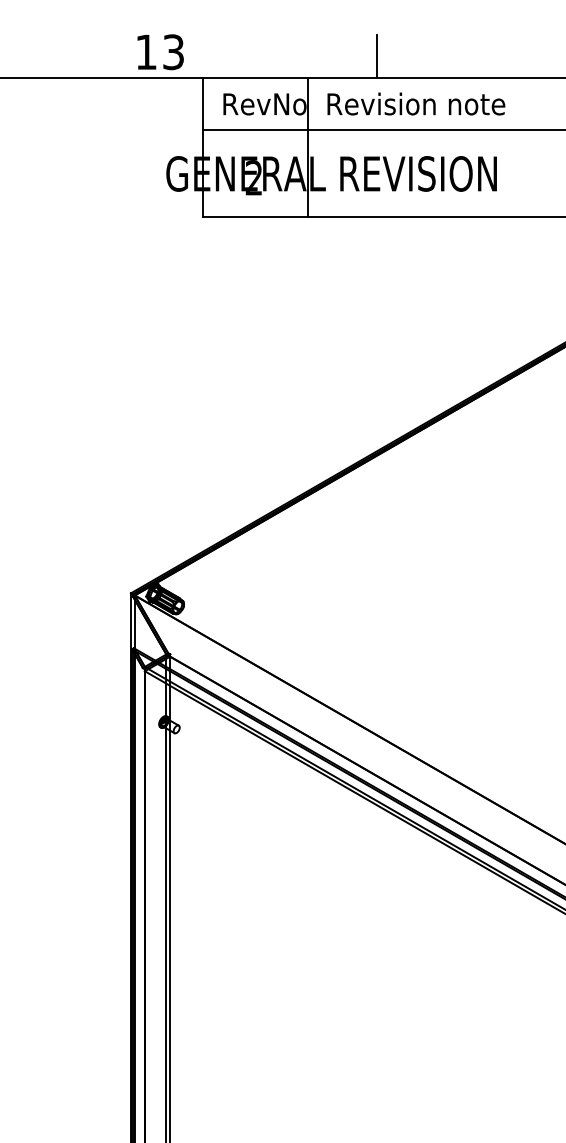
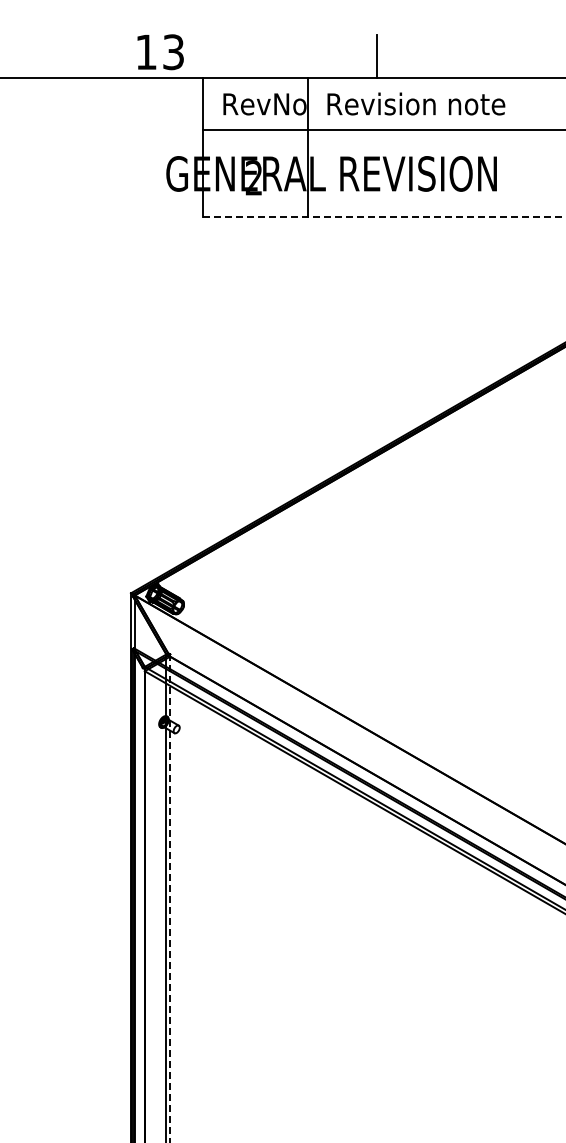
line at (384, 217): solid -> dashed
line at (170, 898): solid -> dashed
